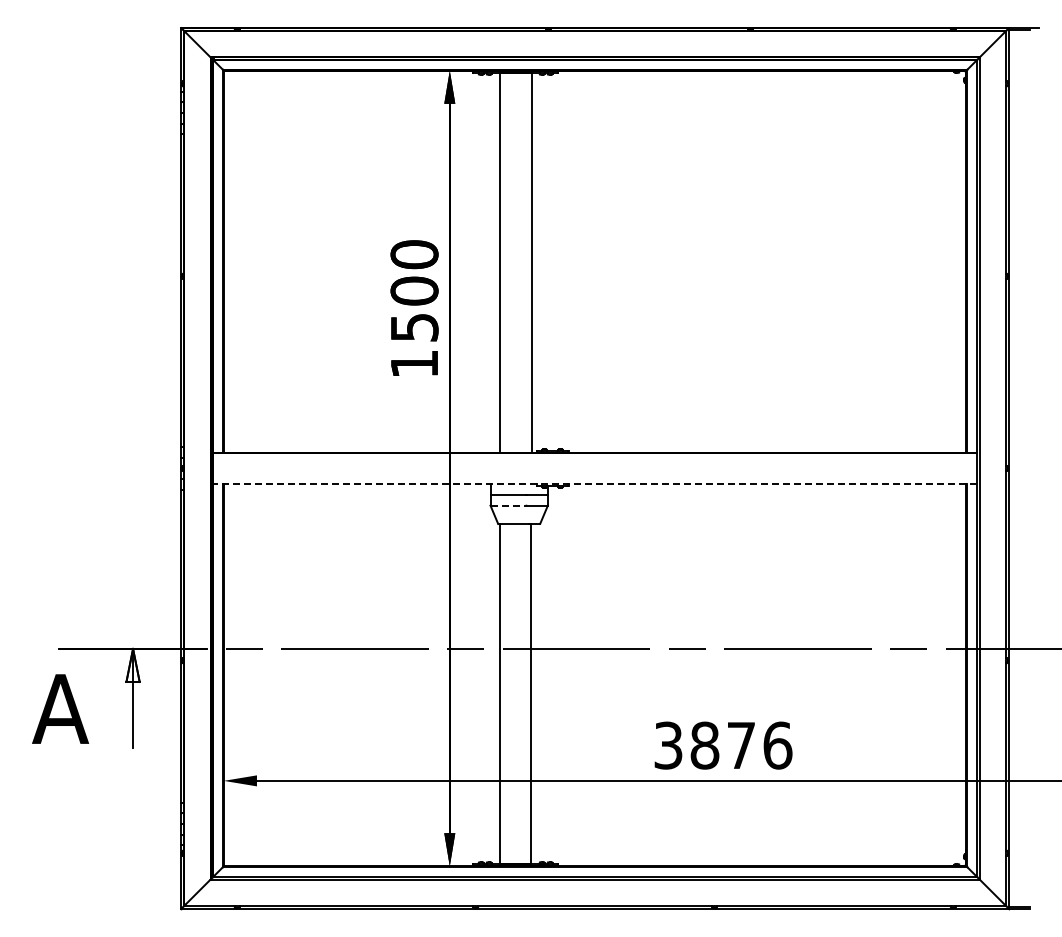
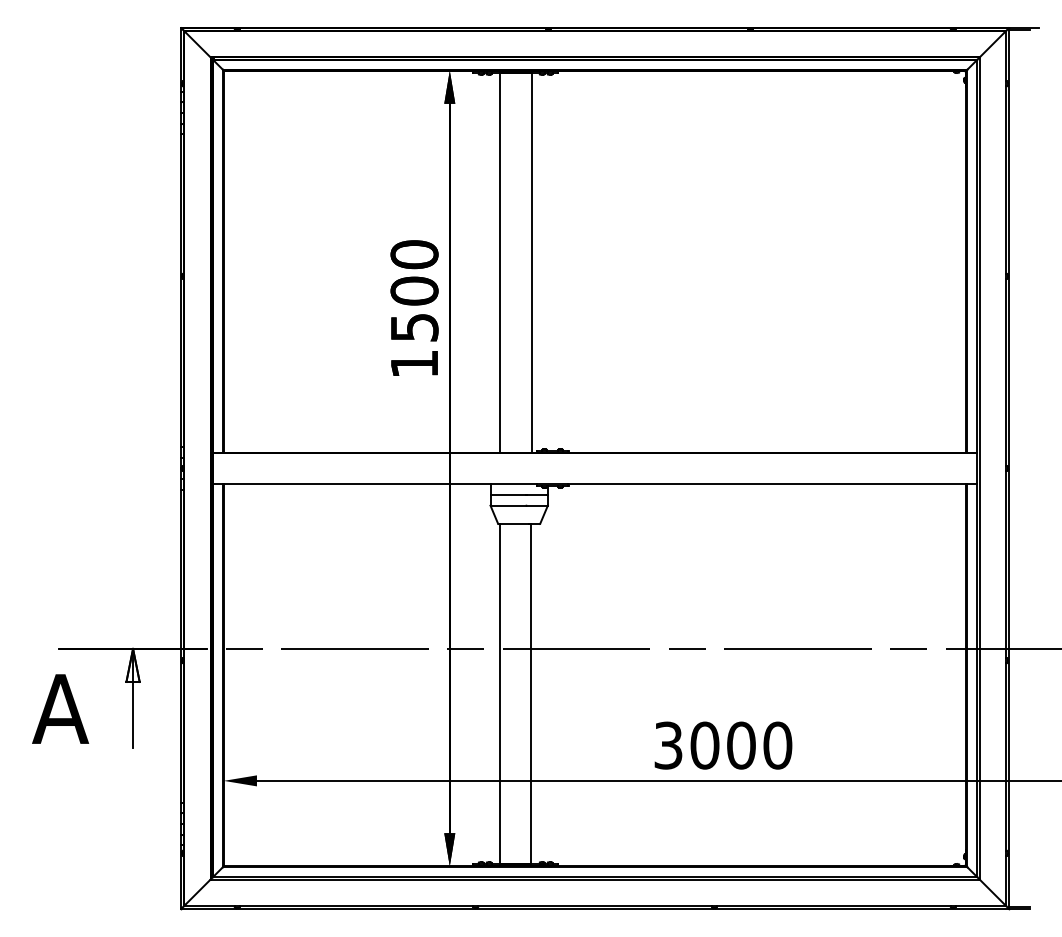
line at (595, 484): dashed -> solid
line at (508, 505): dashed -> solid
text at (741, 745): 3876 -> 3000
